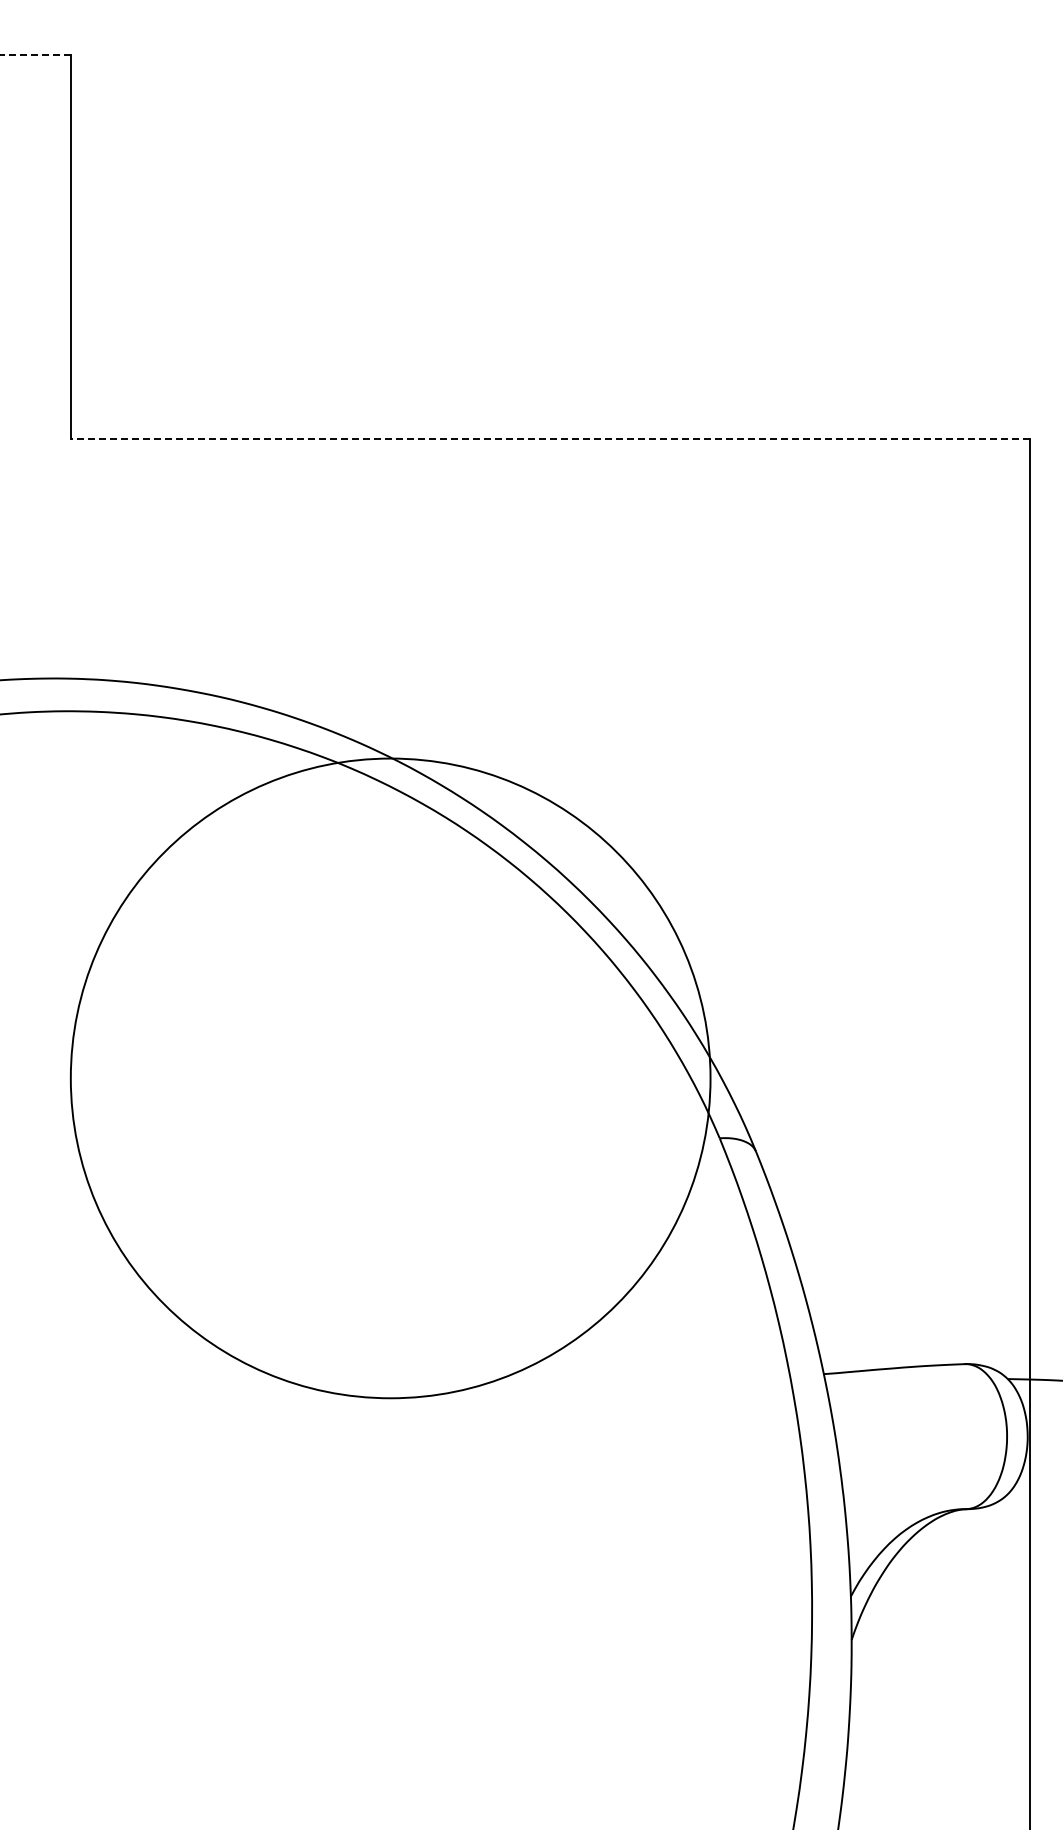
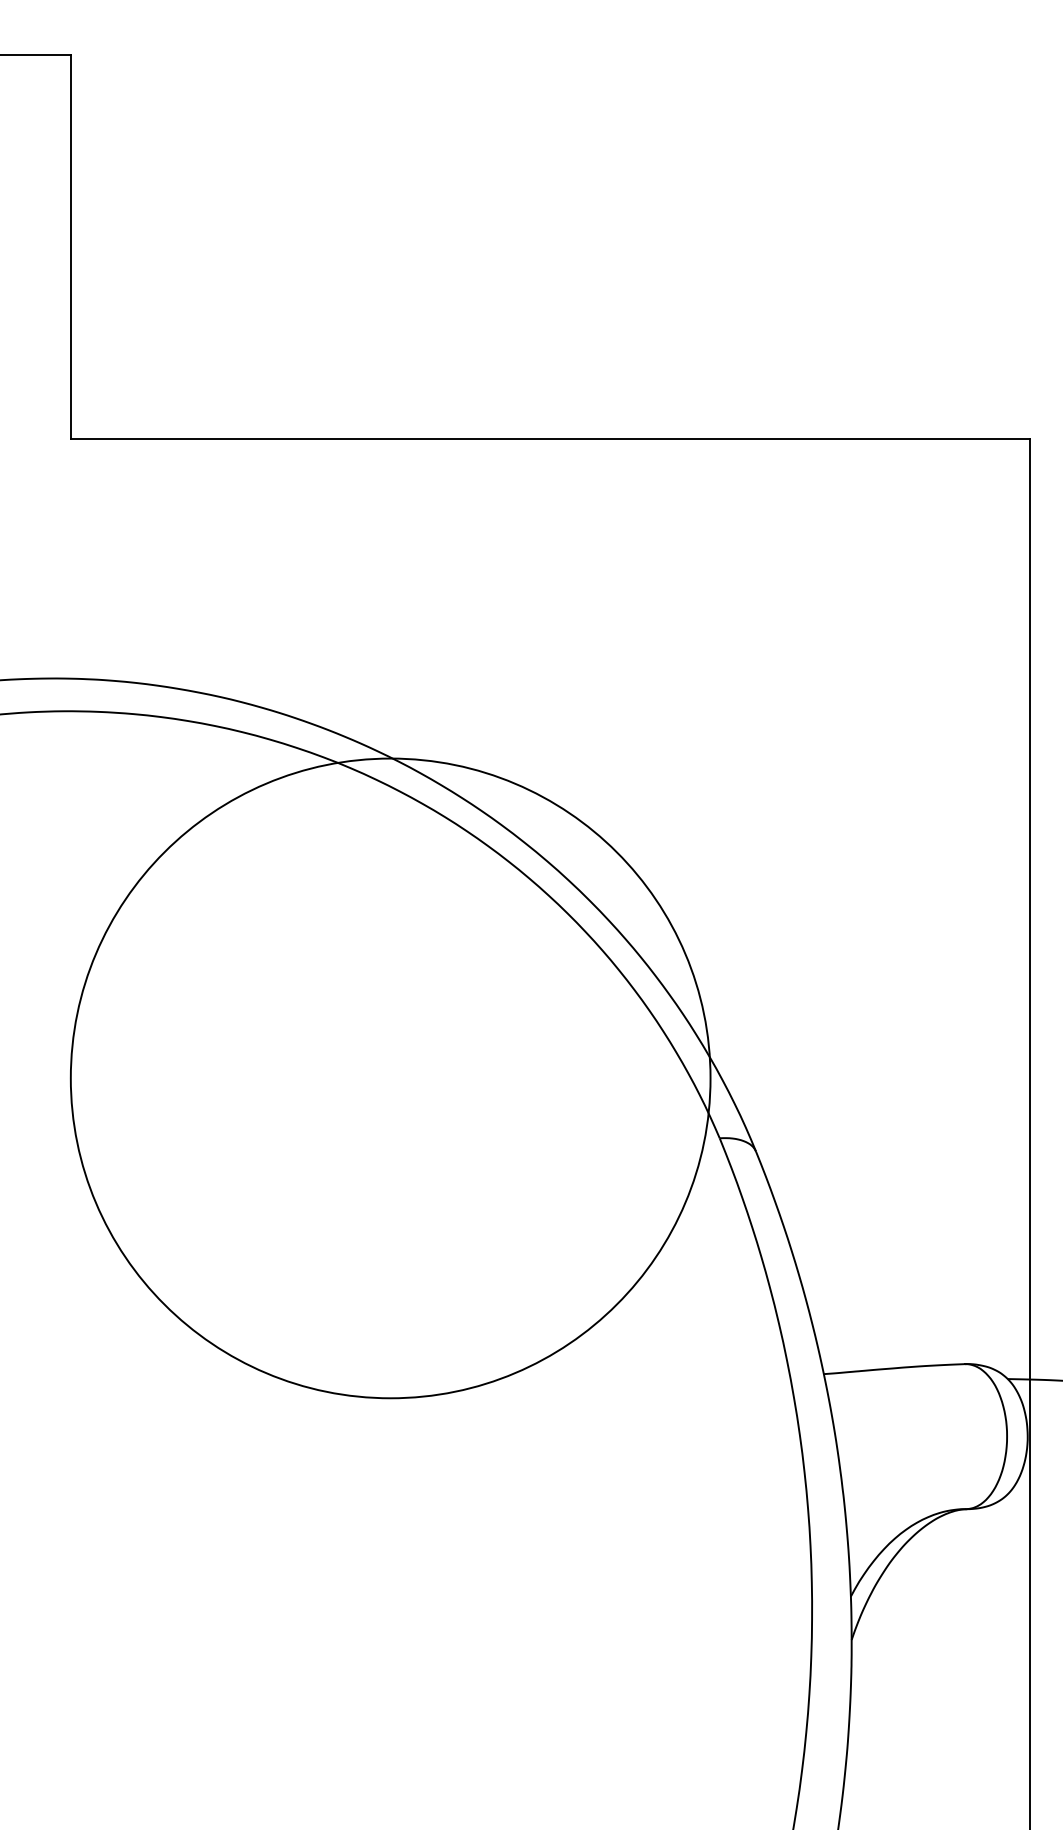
line at (35, 54): dashed -> solid
line at (550, 438): dashed -> solid
